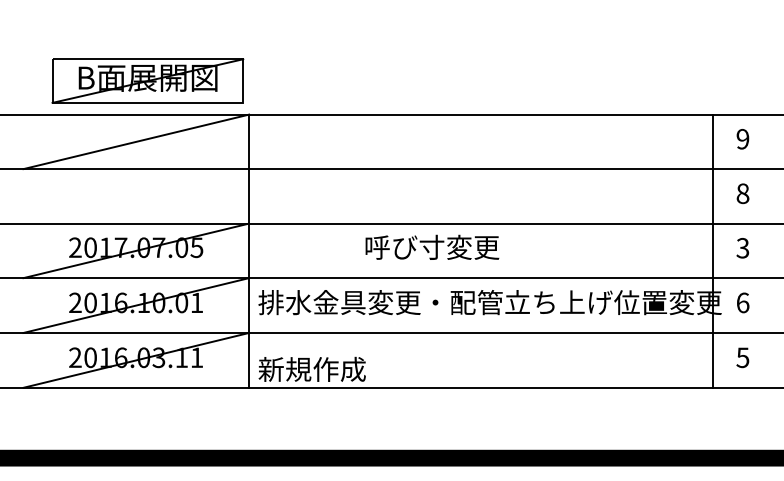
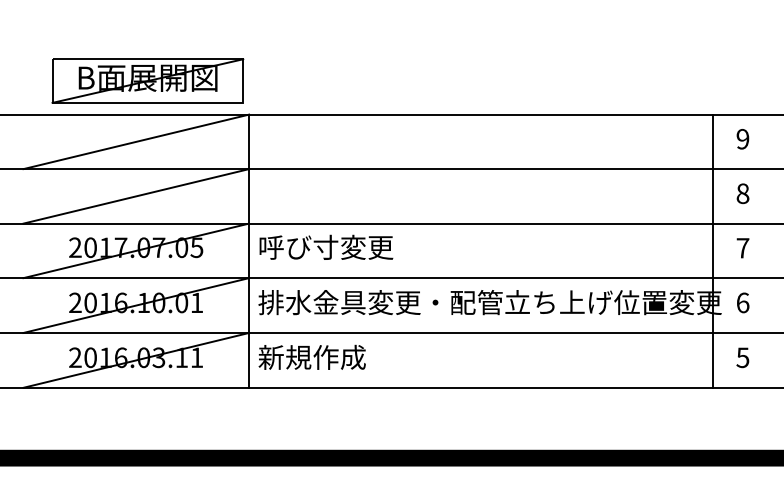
line at (136, 196): none -> present
text at (432, 246) position: (432, 246) -> (326, 246)
text at (742, 247): 3 -> 7
text at (311, 368) position: (311, 368) -> (311, 356)
